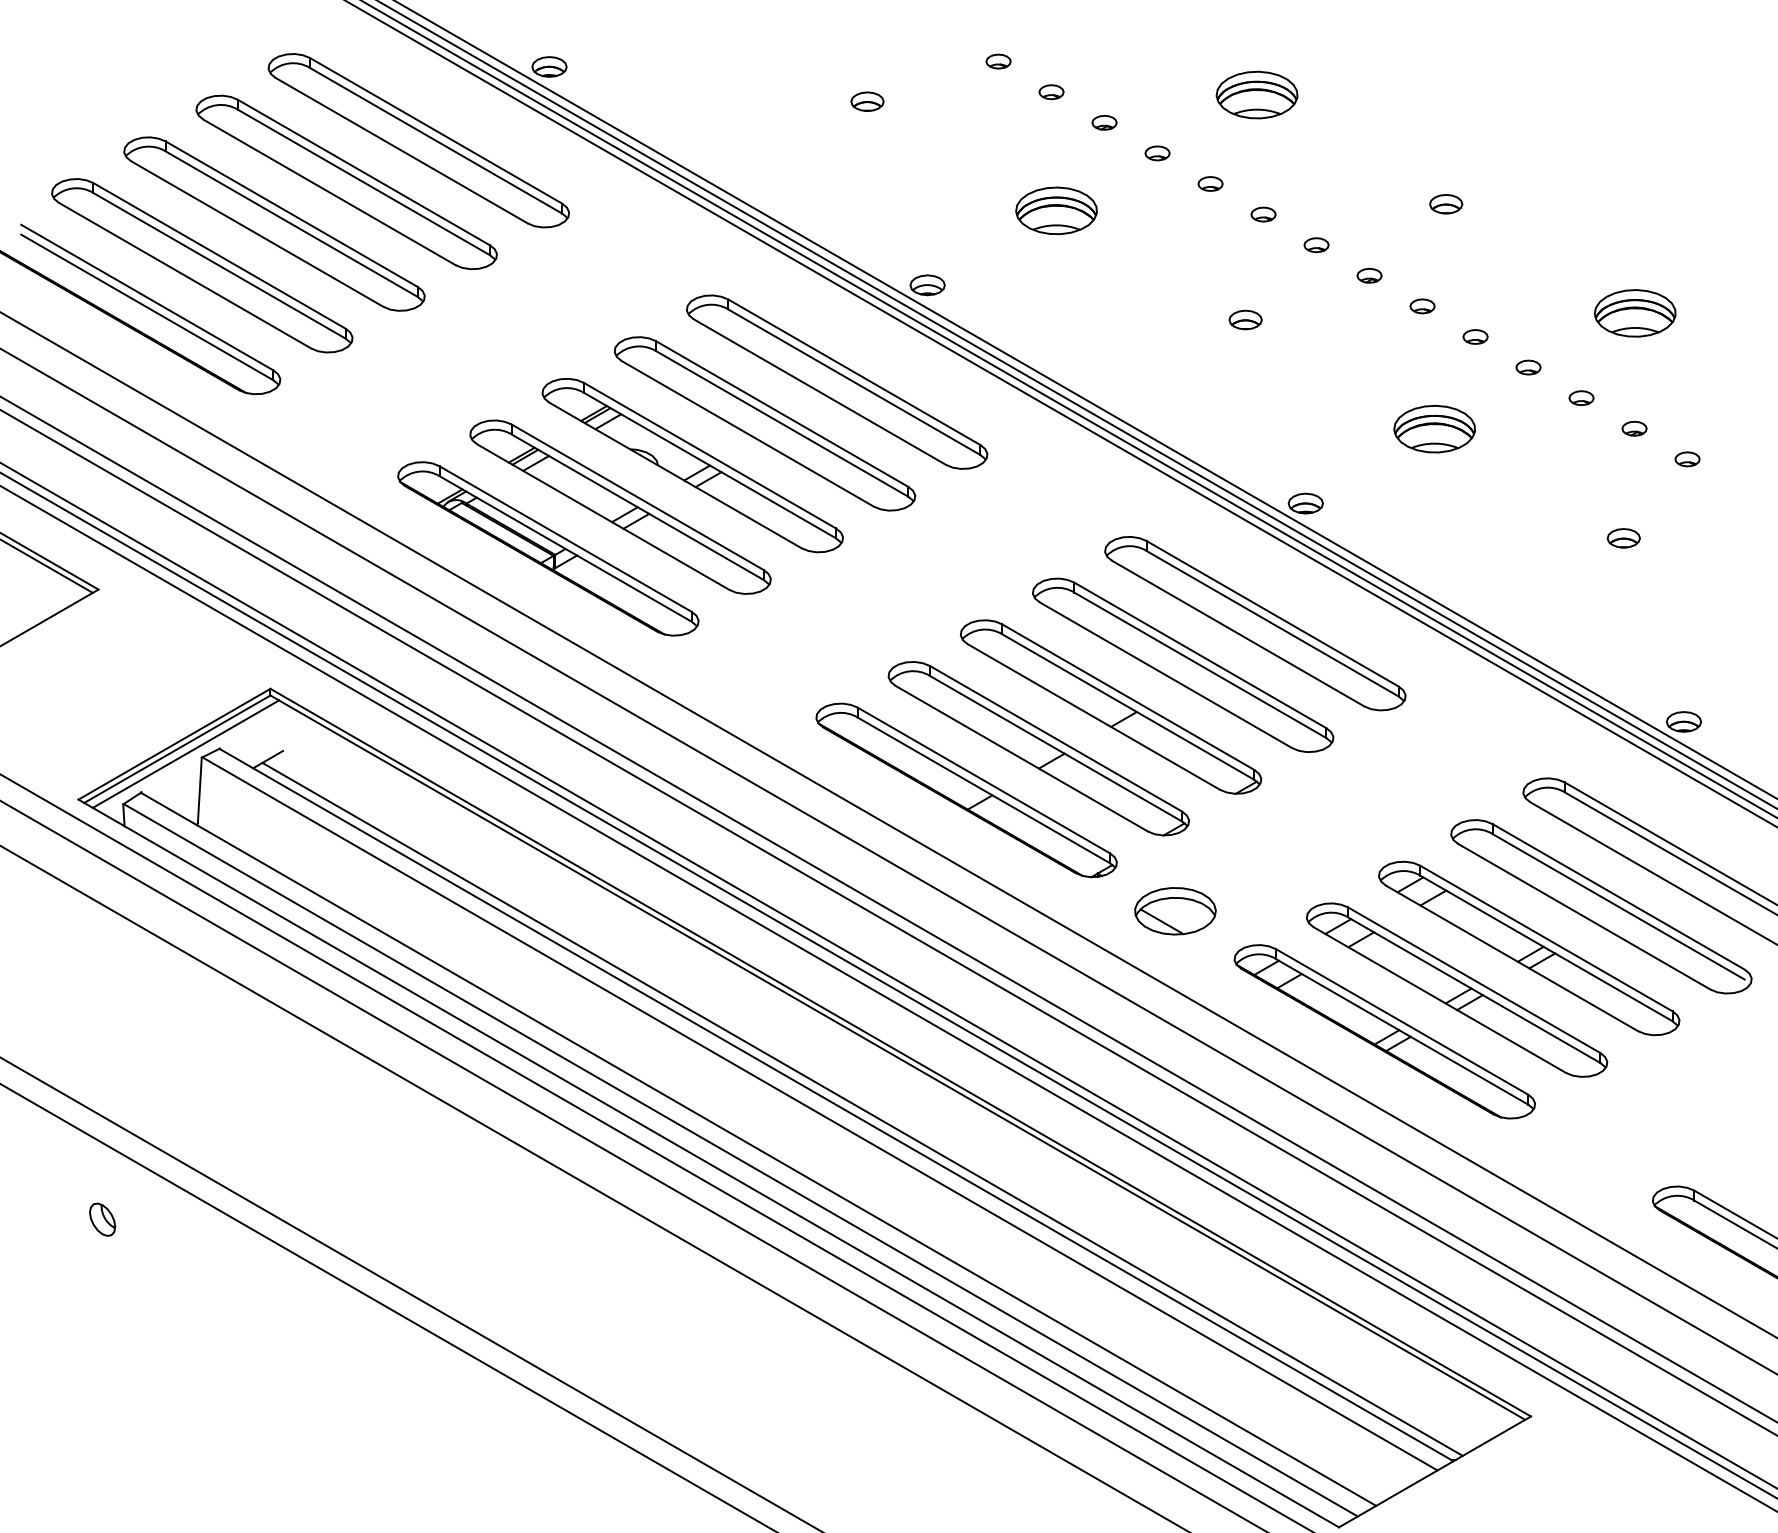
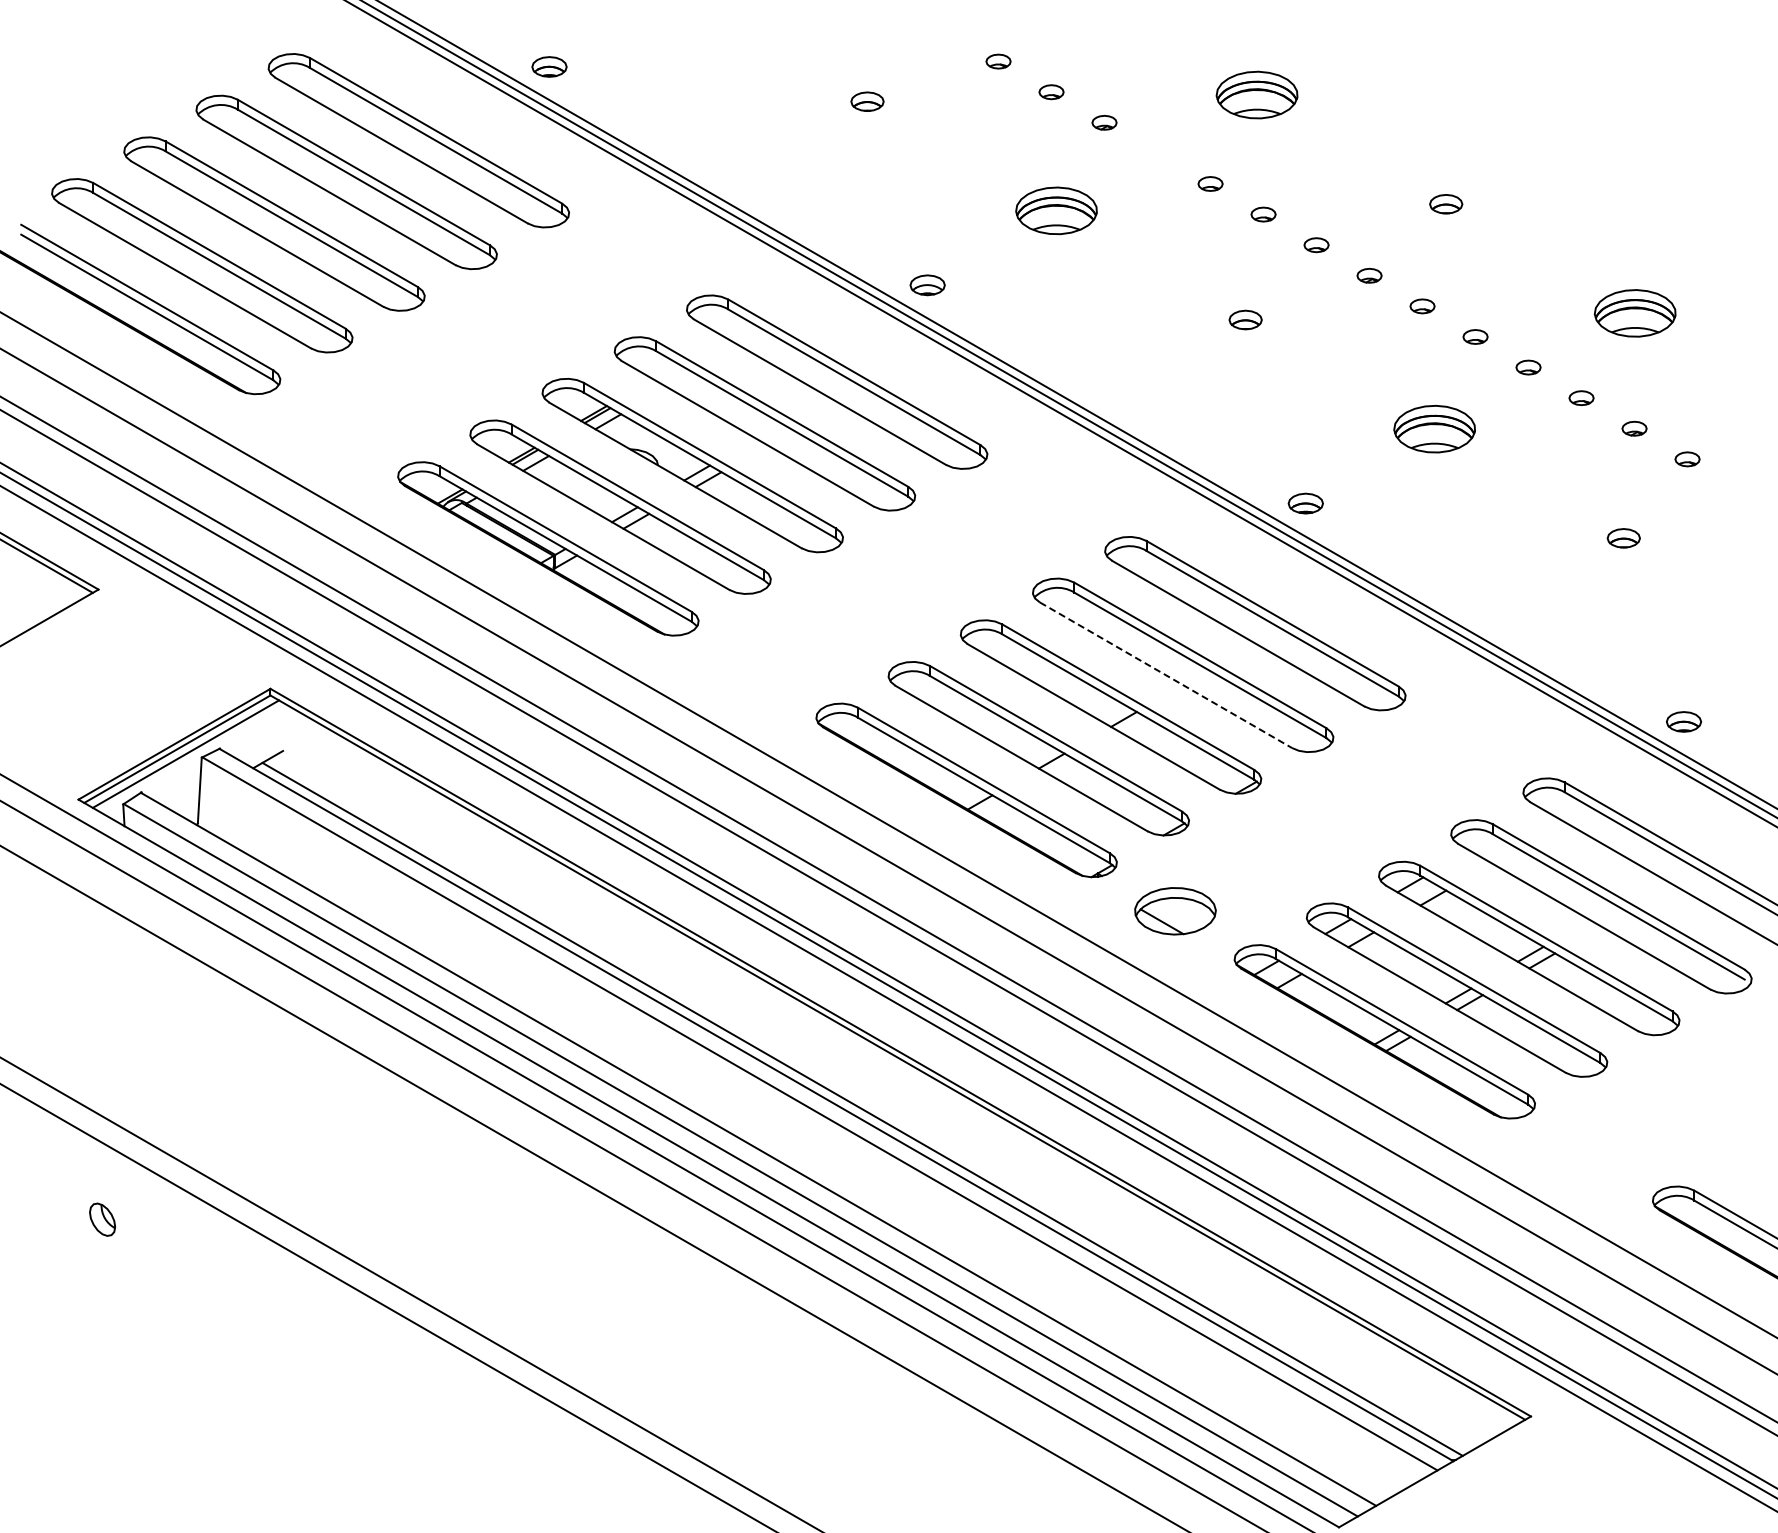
part at (1157, 153): present -> none
line at (1085, 399): present -> none
line at (1165, 675): solid -> dashed
